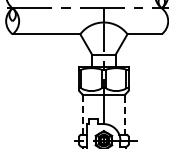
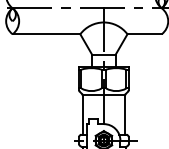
line at (82, 115): dashed -> solid
line at (125, 115): dashed -> solid
